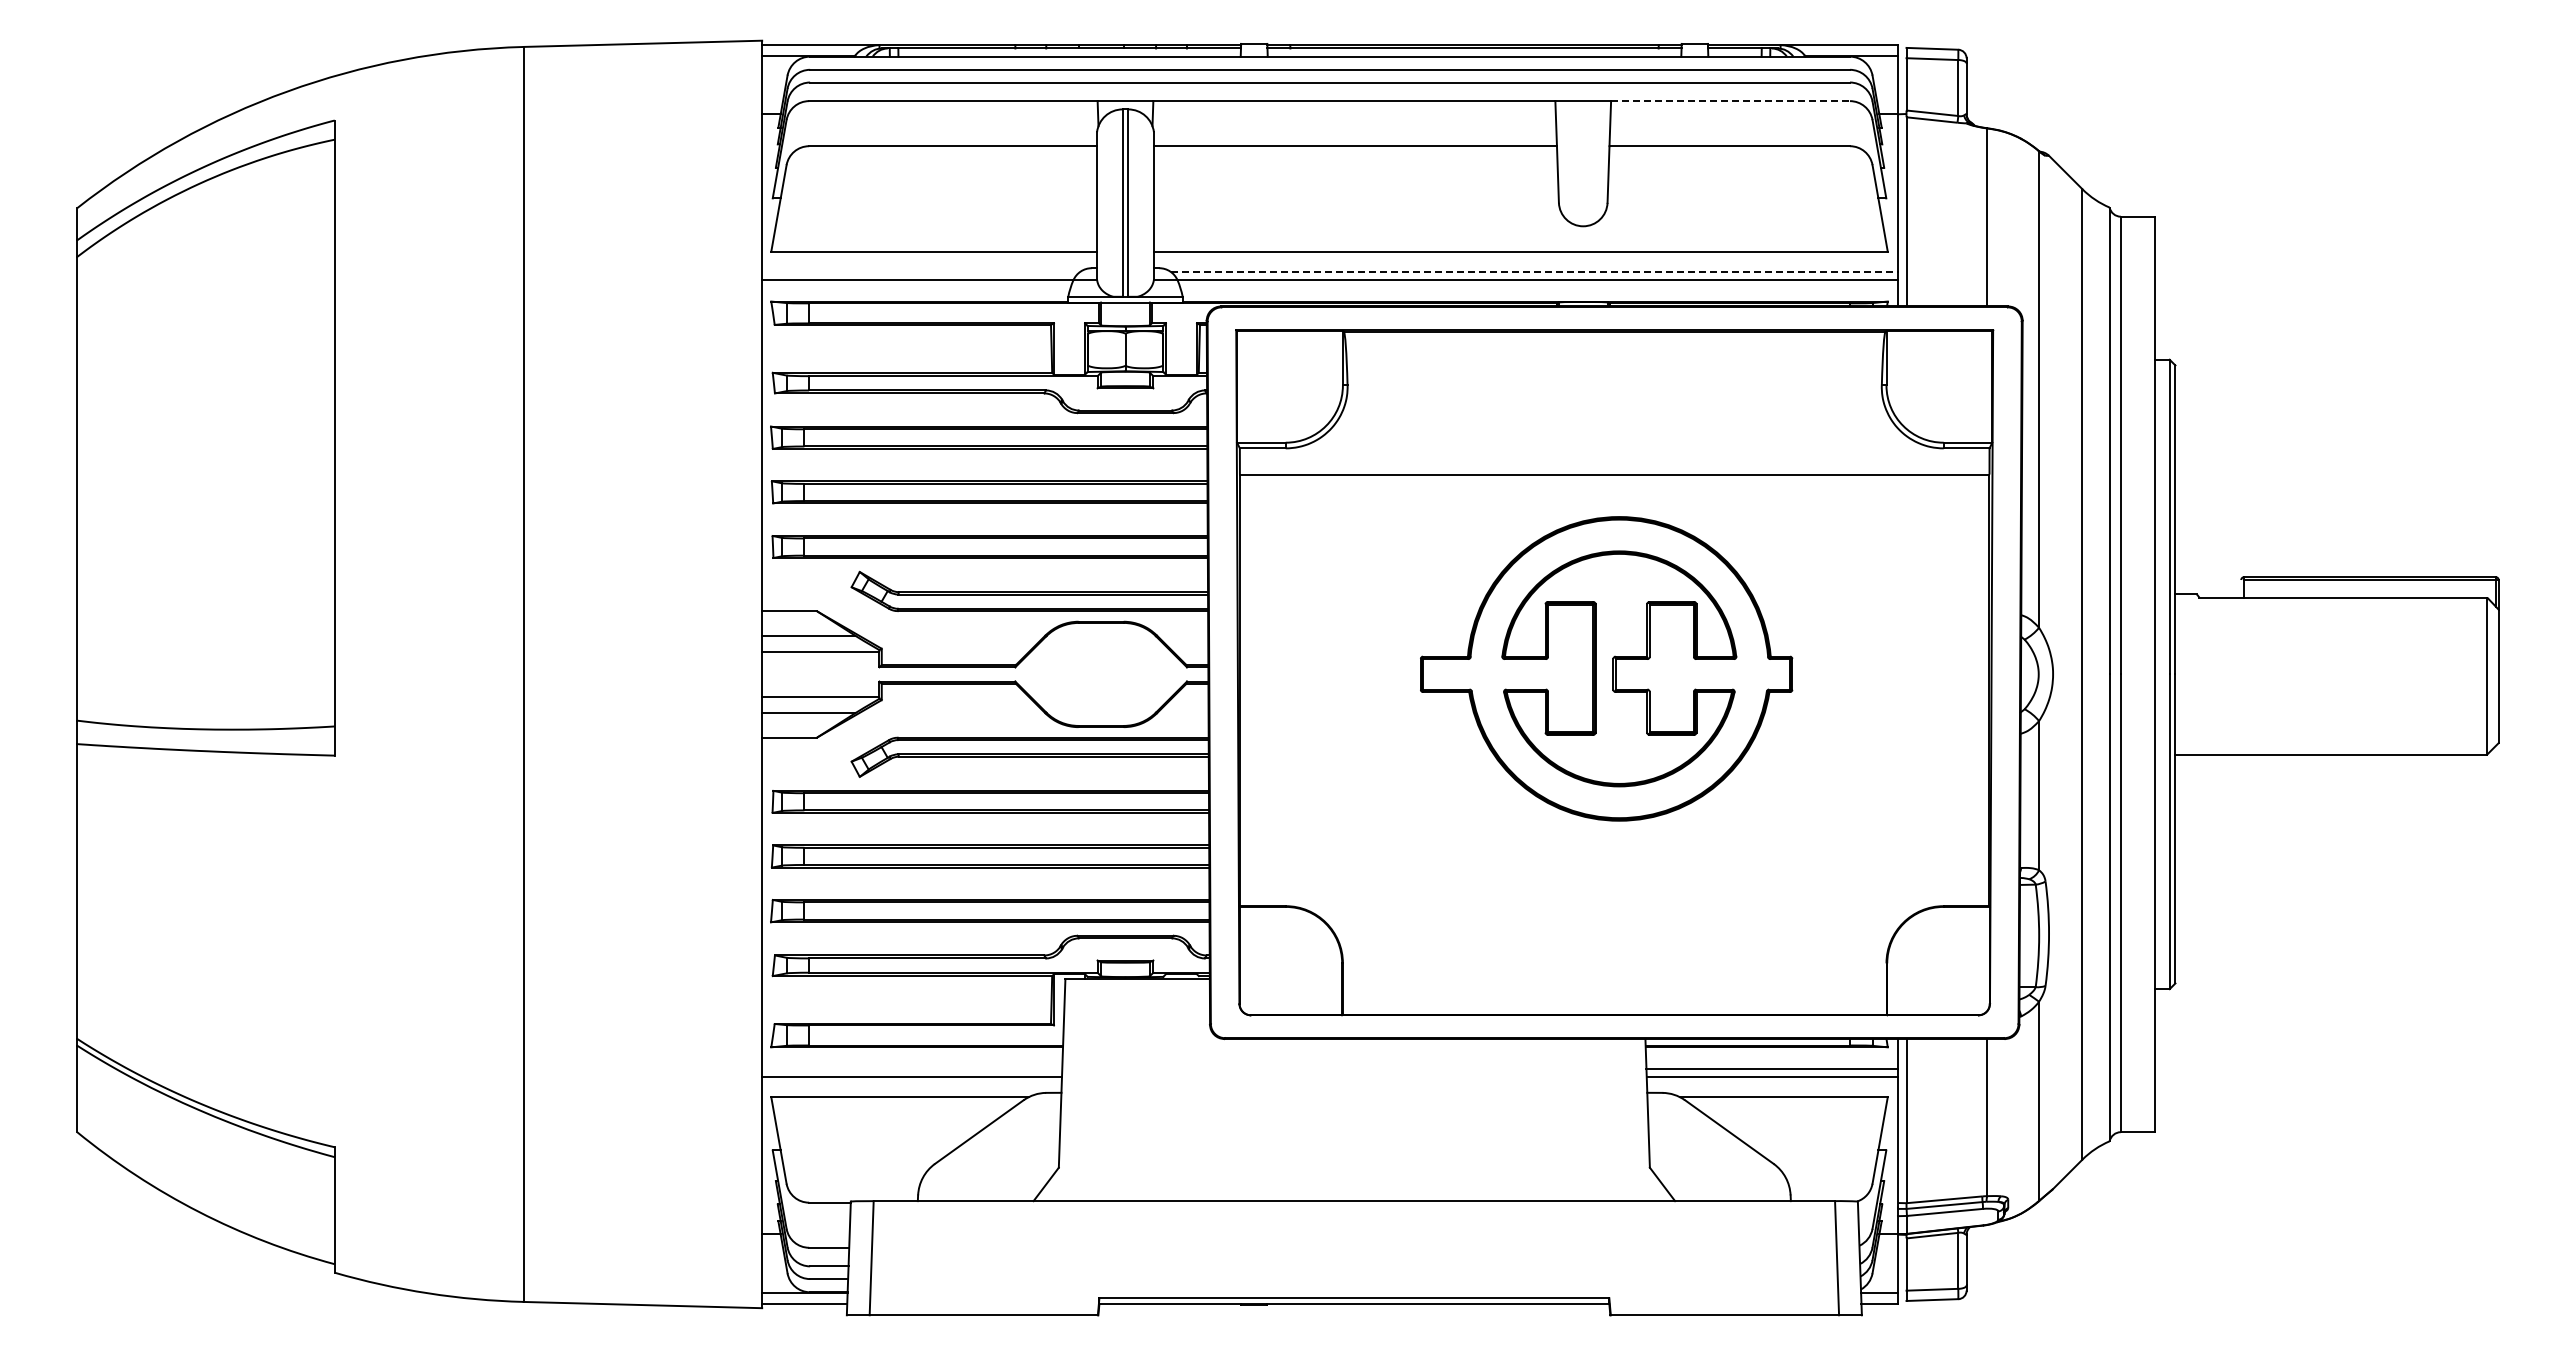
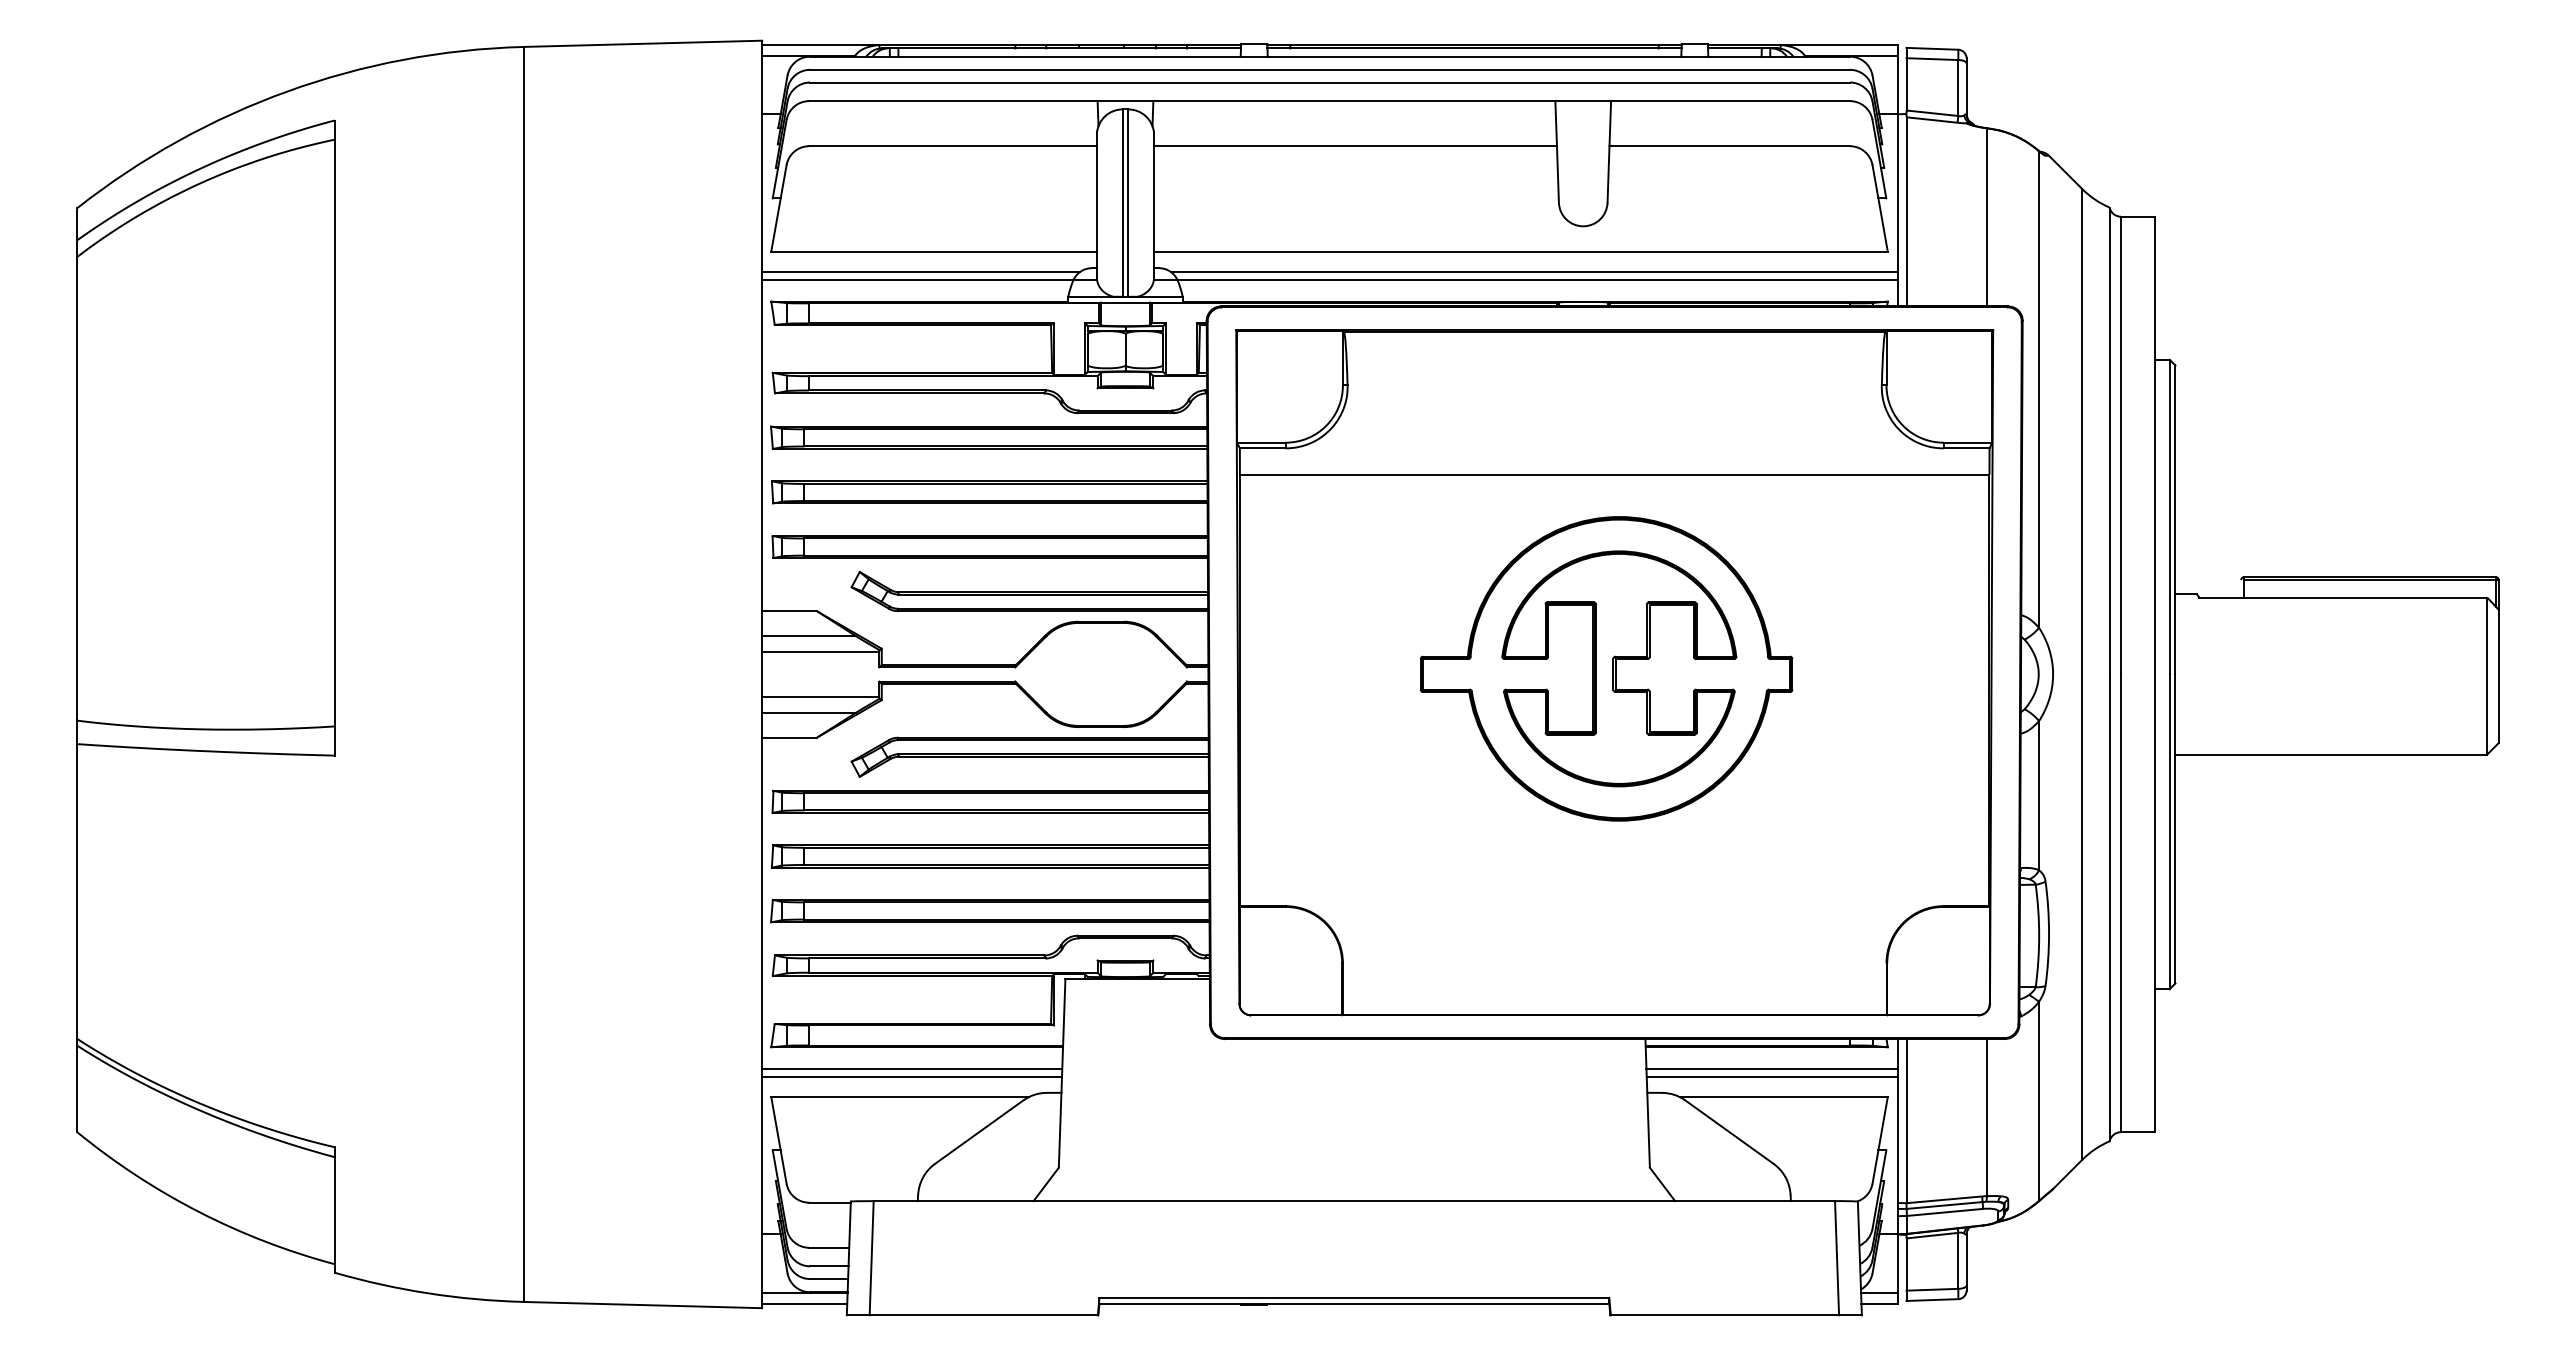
line at (1731, 101): dashed -> solid
line at (921, 271): none -> present
line at (1534, 271): dashed -> solid
line at (912, 1068): none -> present
